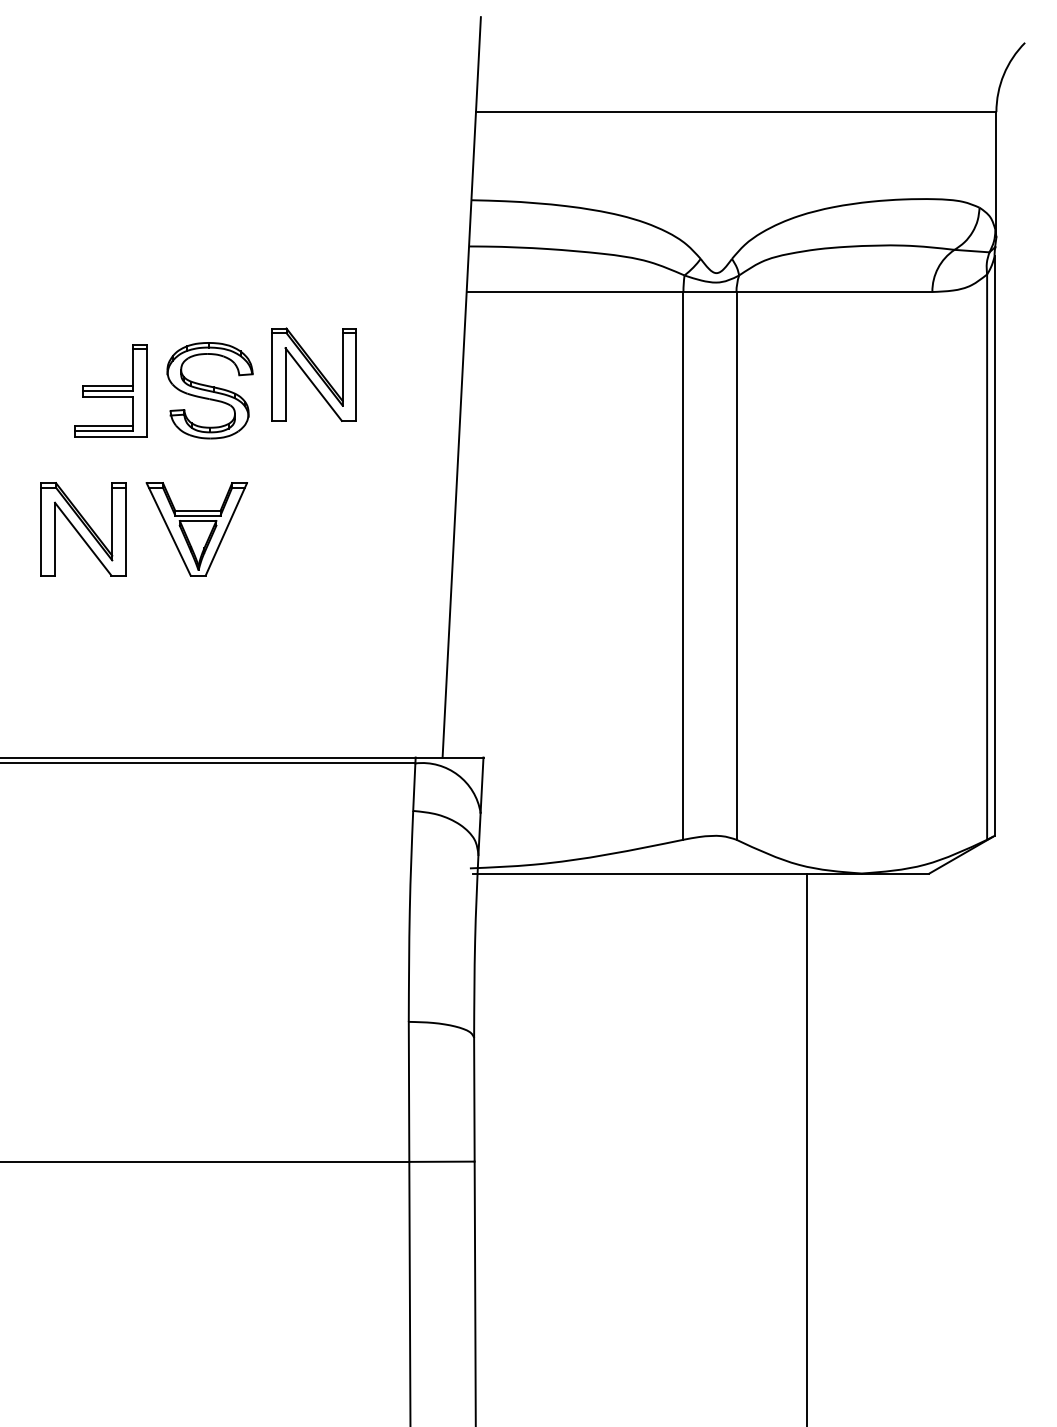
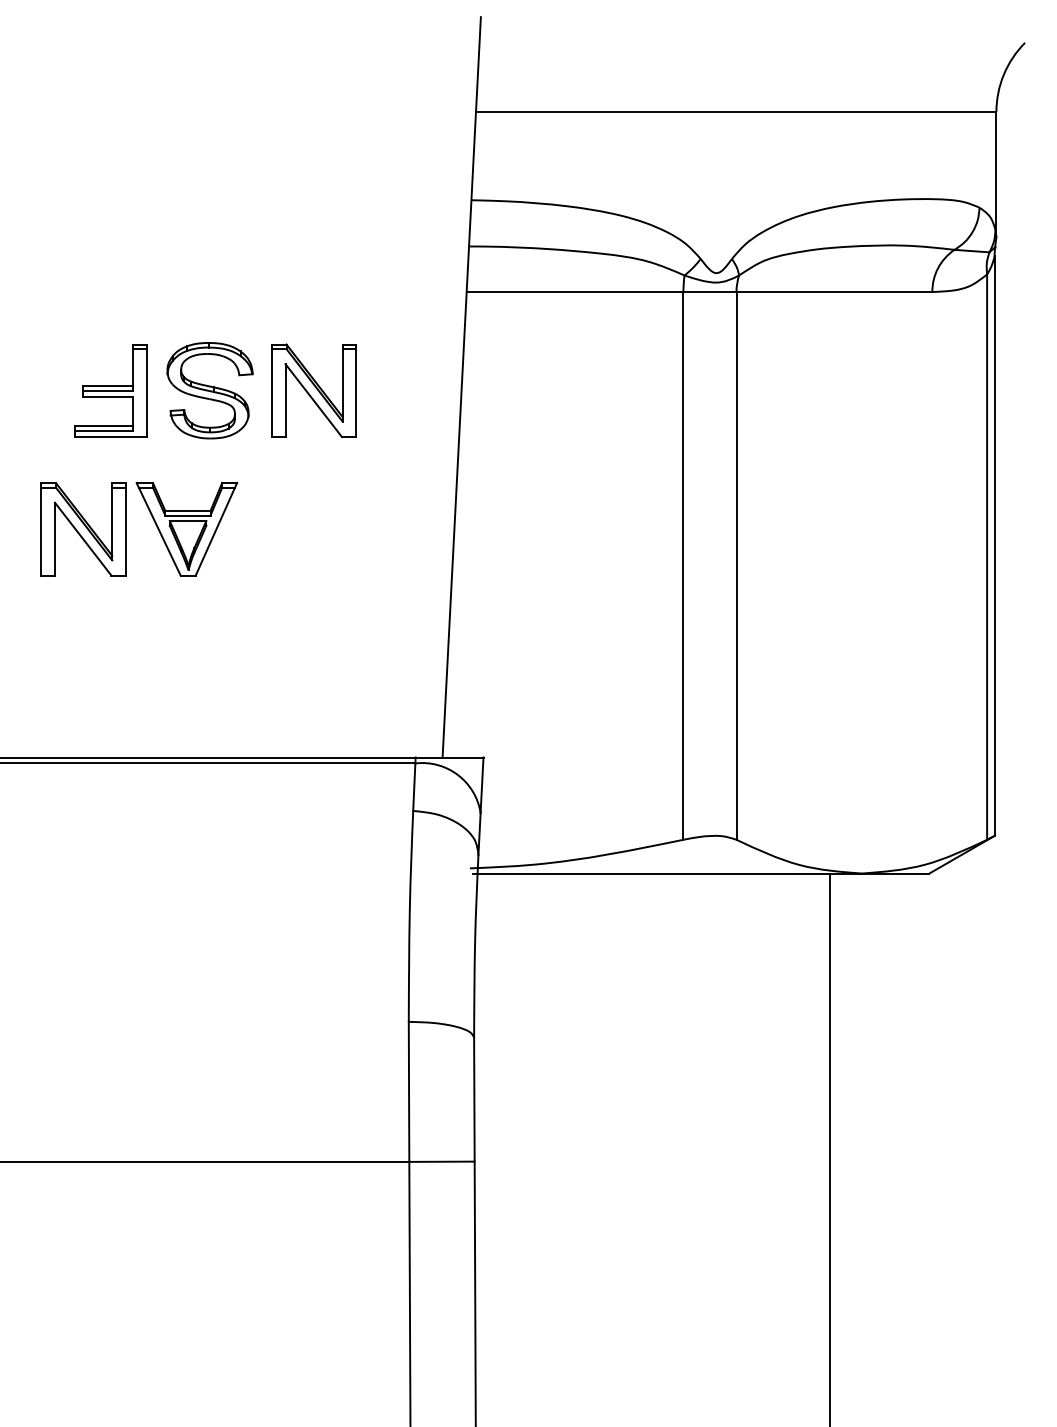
part at (313, 374) position: (313, 374) -> (313, 390)
part at (196, 529) position: (196, 529) -> (186, 529)
line at (806, 1148) position: (806, 1148) -> (829, 1148)
